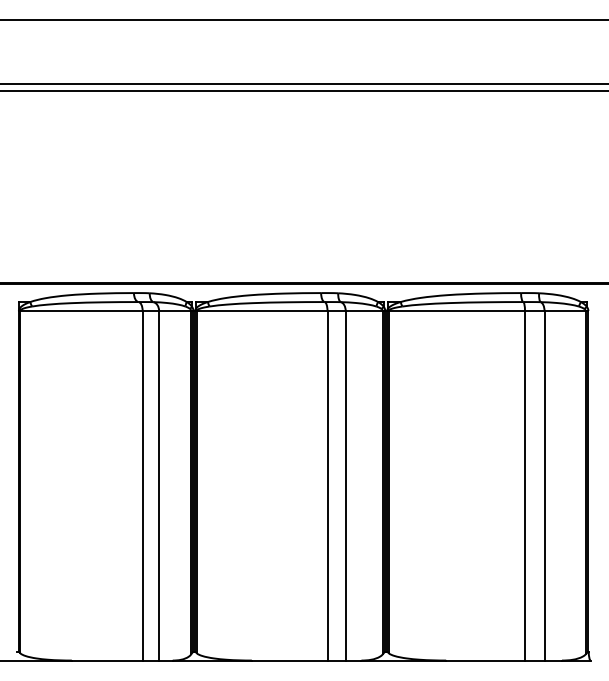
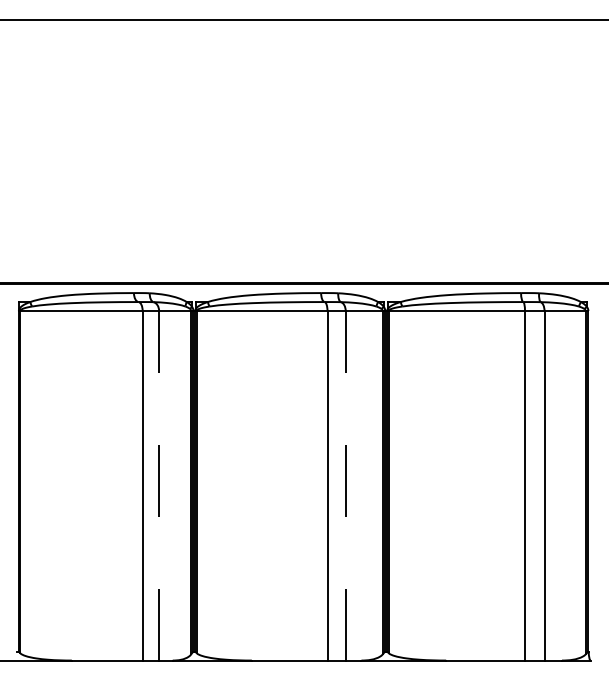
line at (303, 83): present -> none
line at (303, 90): present -> none
line at (159, 485): solid -> dashed
line at (345, 485): solid -> dashed
